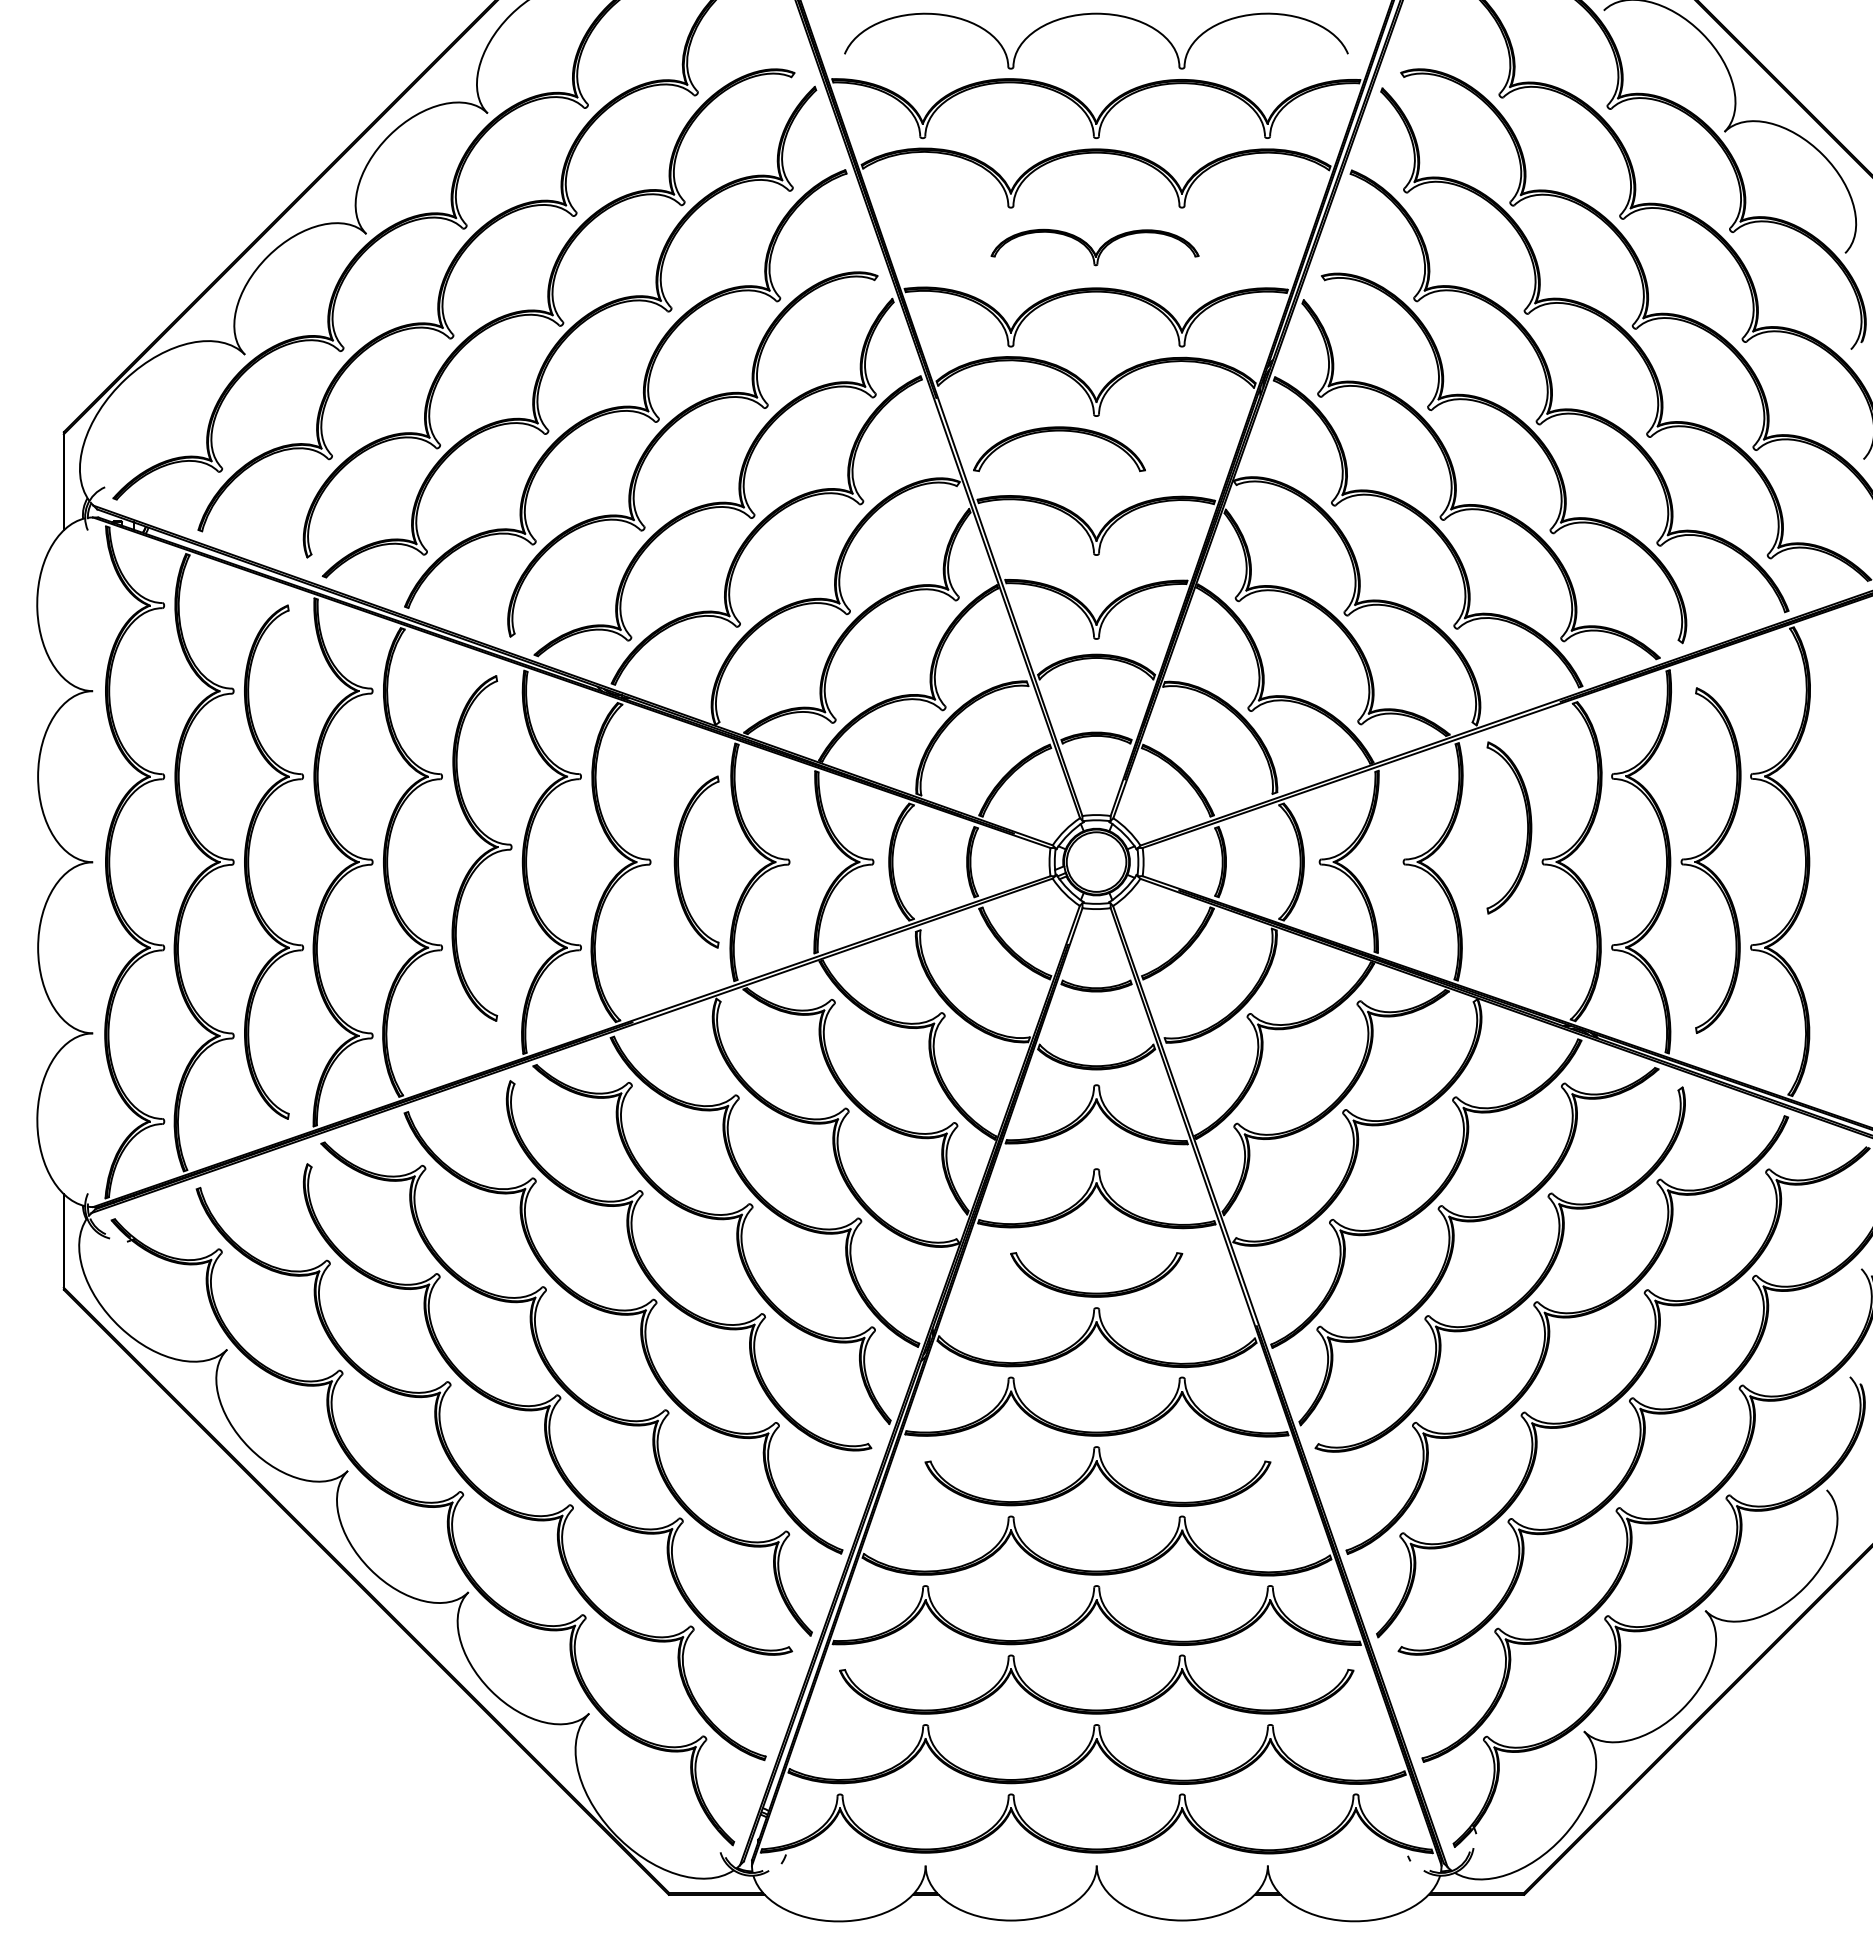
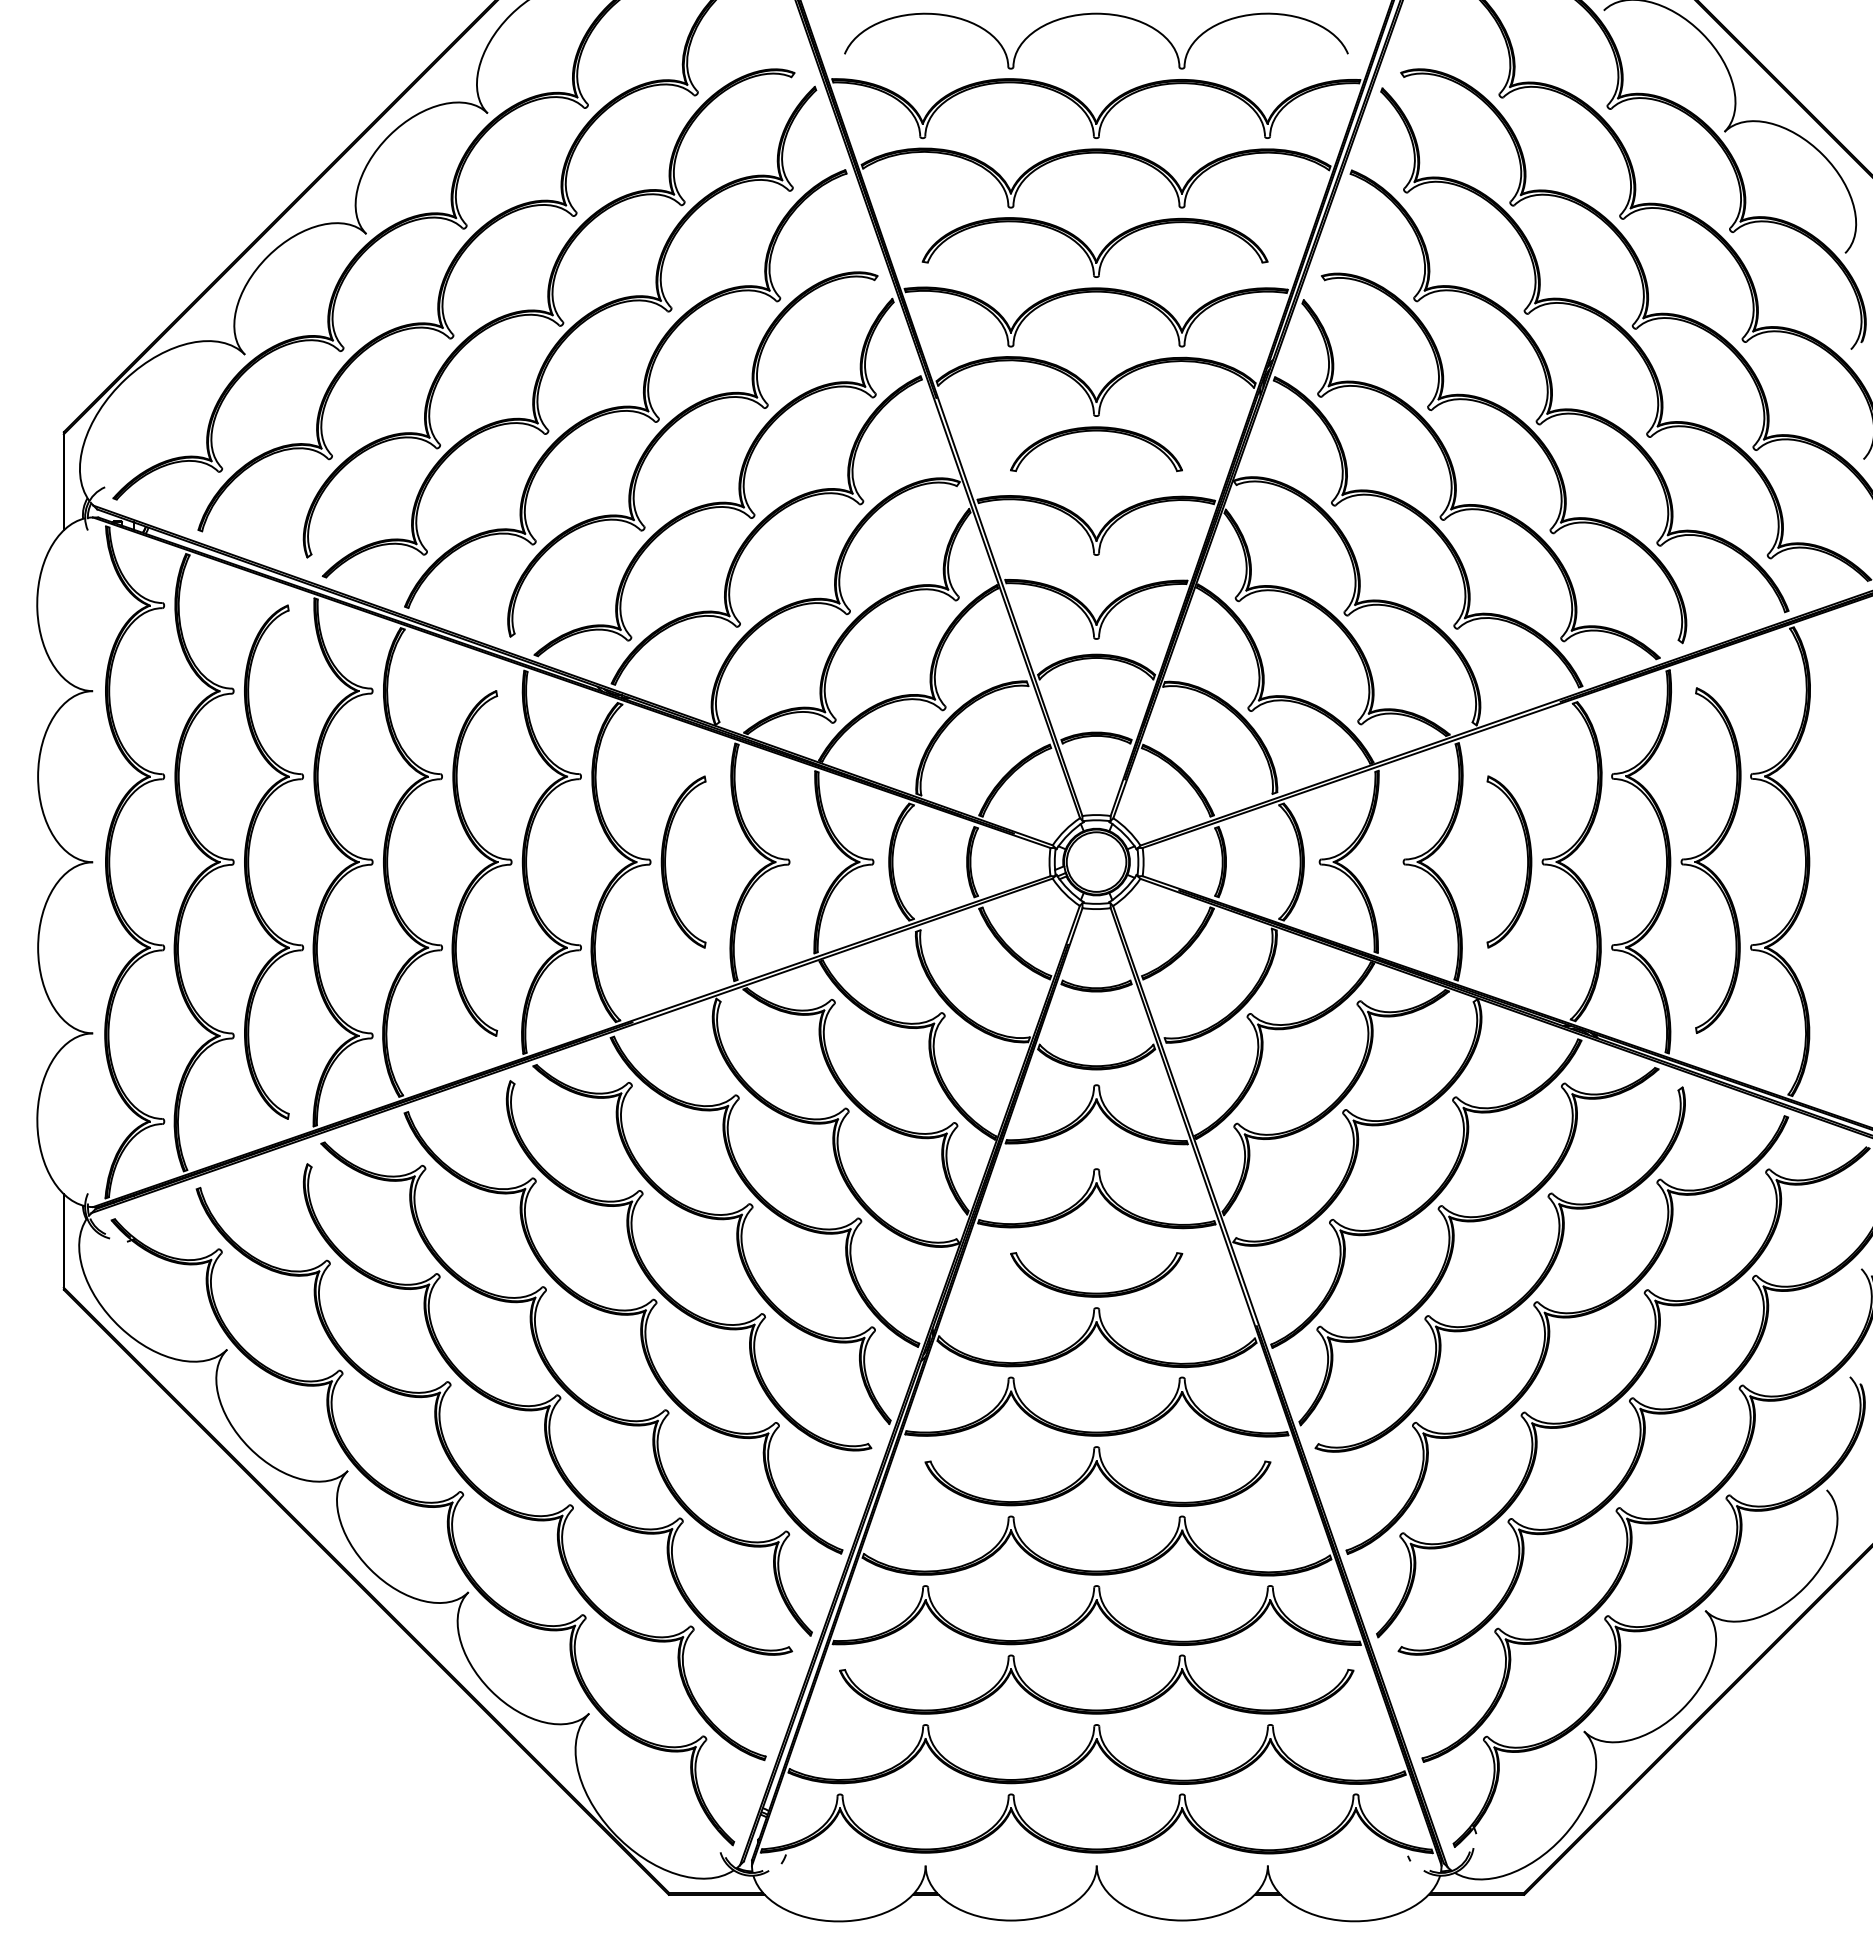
part at (1094, 247) size: 210x39 px -> 348x61 px
part at (1059, 431) position: (1059, 431) -> (1096, 431)
part at (1527, 827) position: (1527, 827) -> (1527, 861)
part at (481, 848) position: (481, 848) -> (481, 863)
part at (679, 857) position: (679, 857) -> (666, 857)
